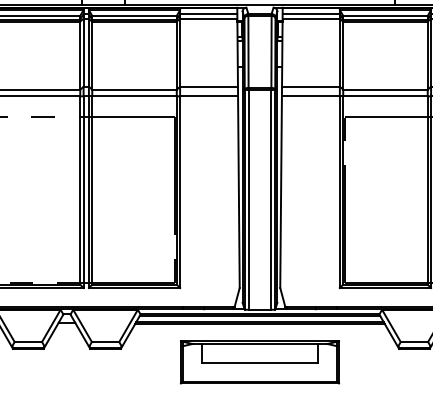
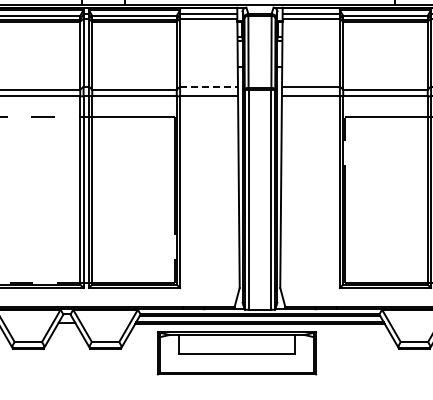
line at (209, 86): solid -> dashed
part at (259, 362) position: (259, 362) -> (236, 353)
